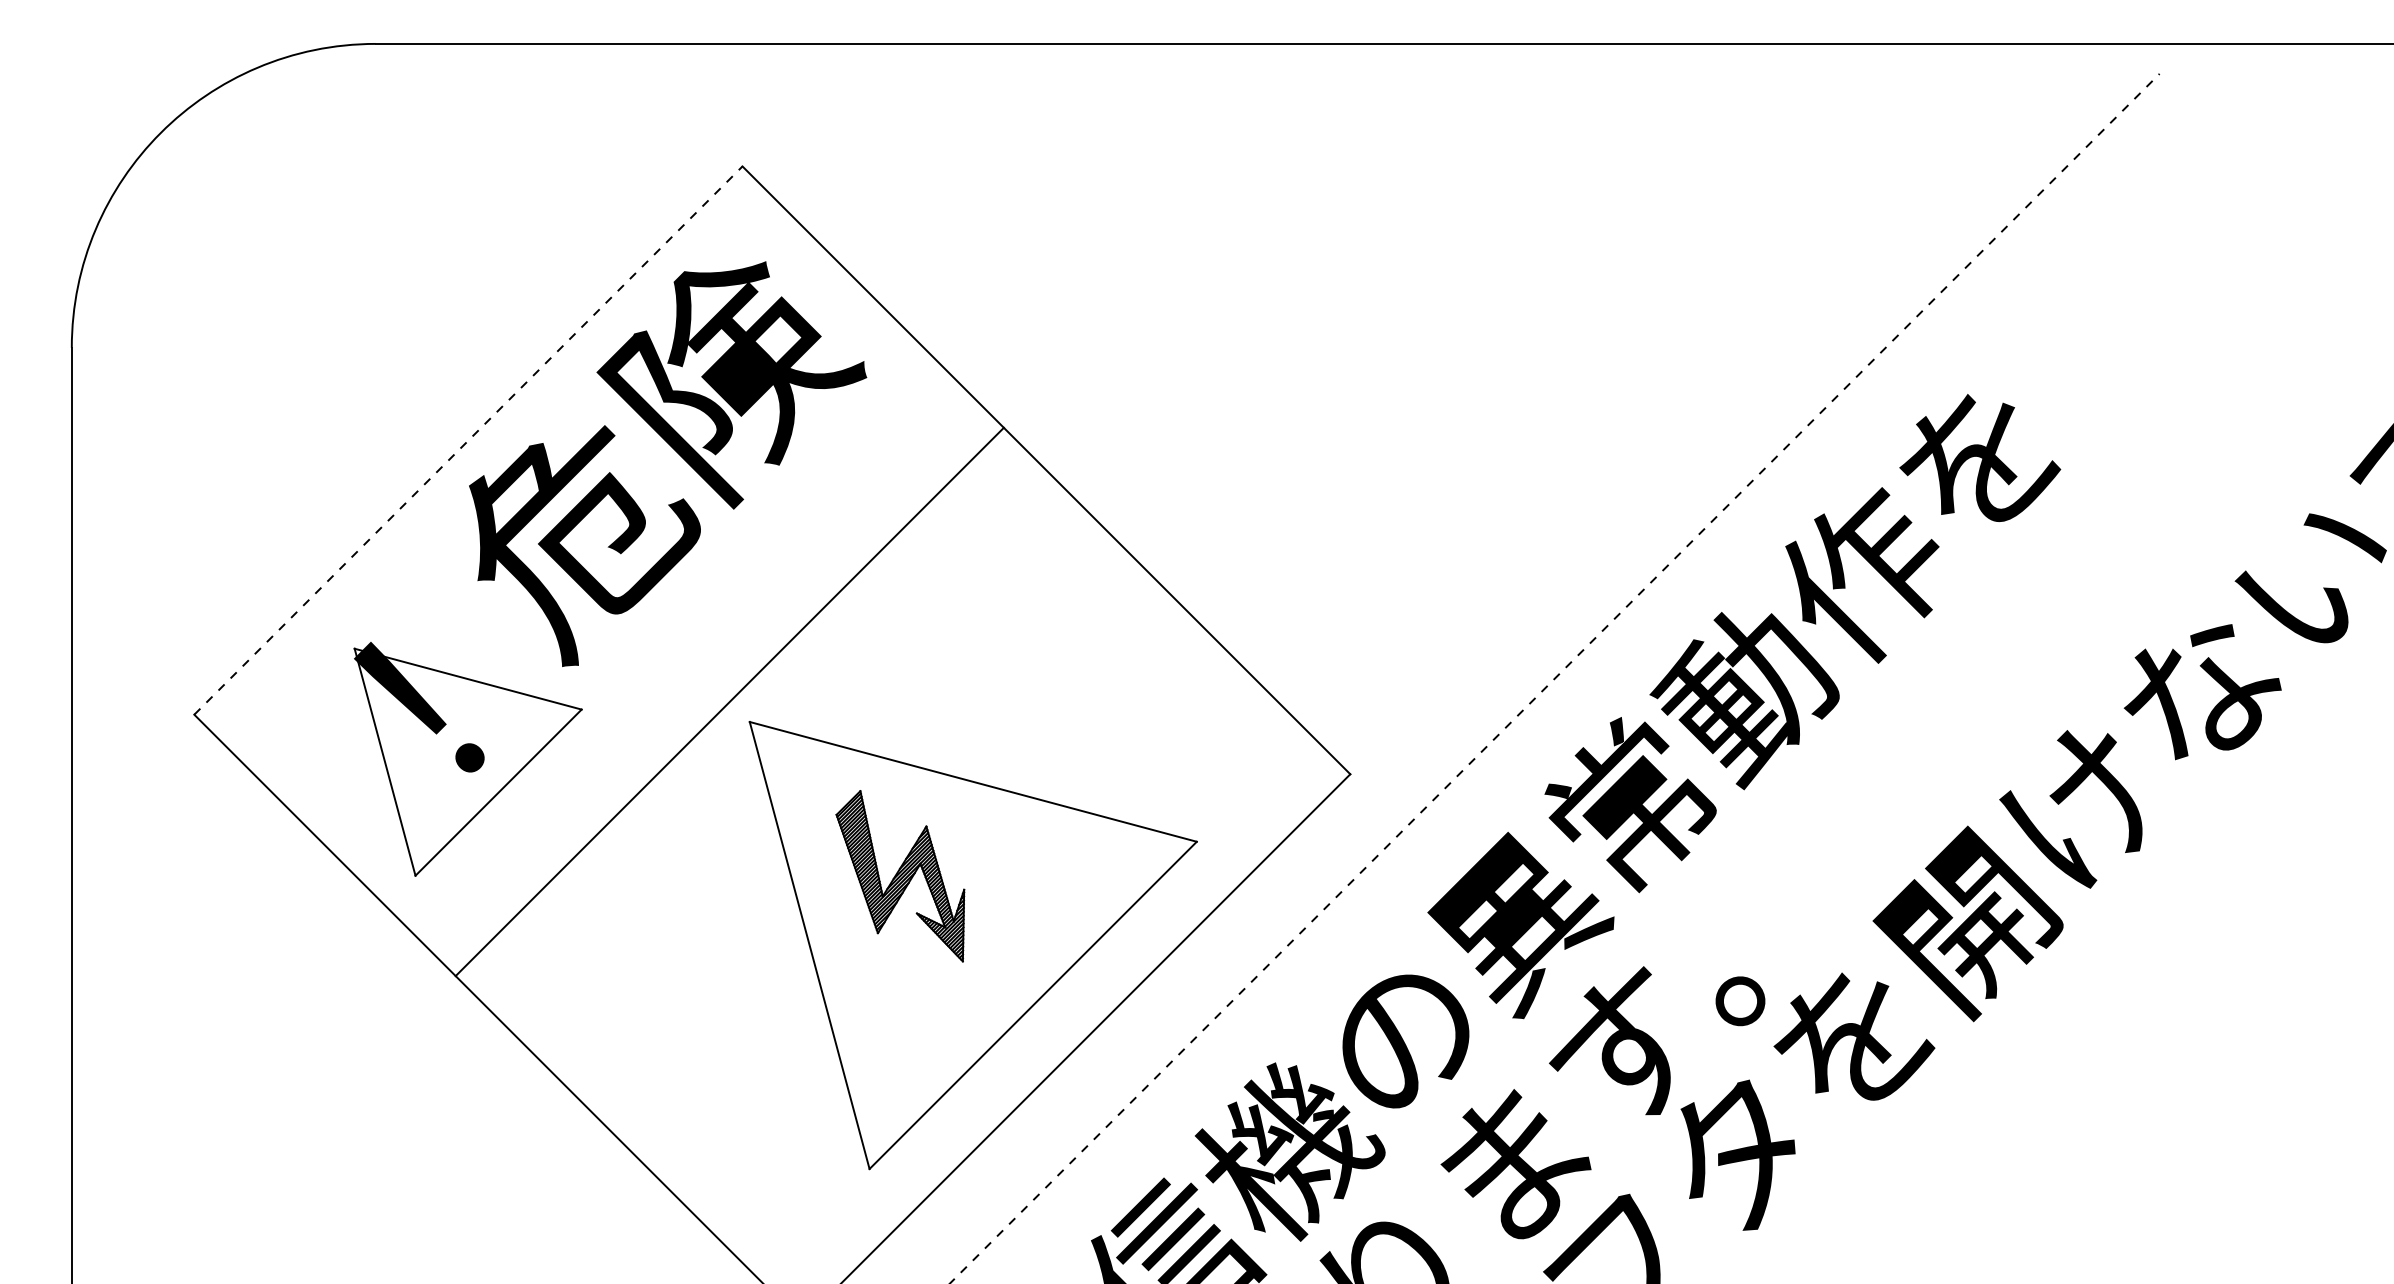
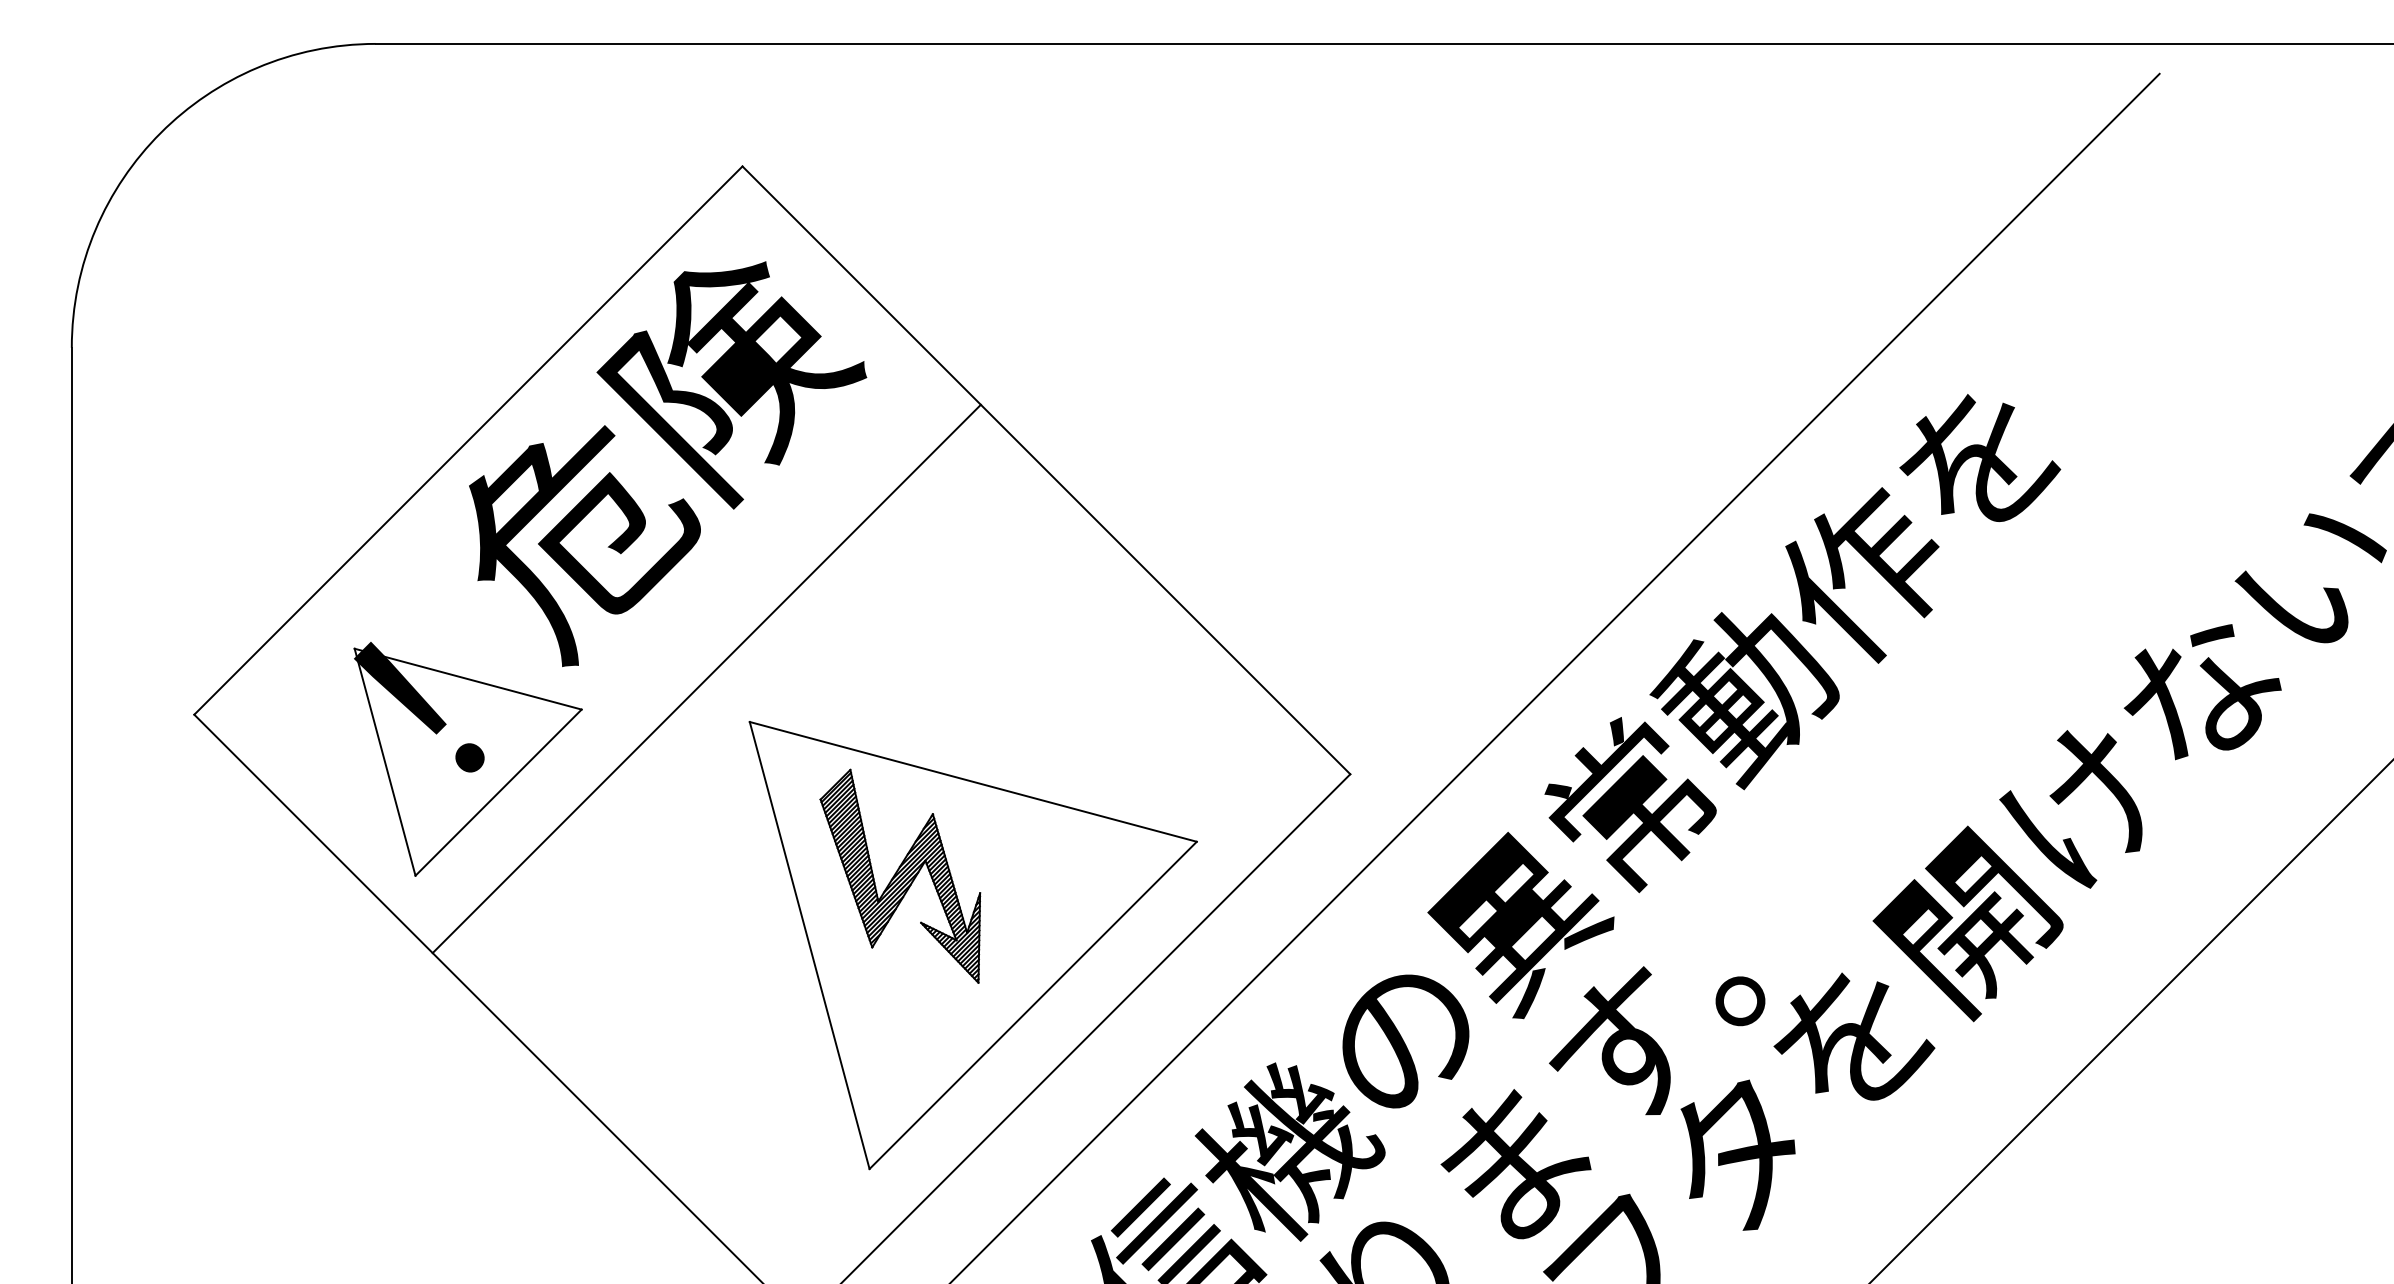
line at (468, 440): dashed -> solid
line at (1555, 678): dashed -> solid
line at (729, 701) position: (729, 701) -> (706, 678)
part at (900, 876) size: 131x173 px -> 163x216 px
line at (2131, 1021): none -> present
